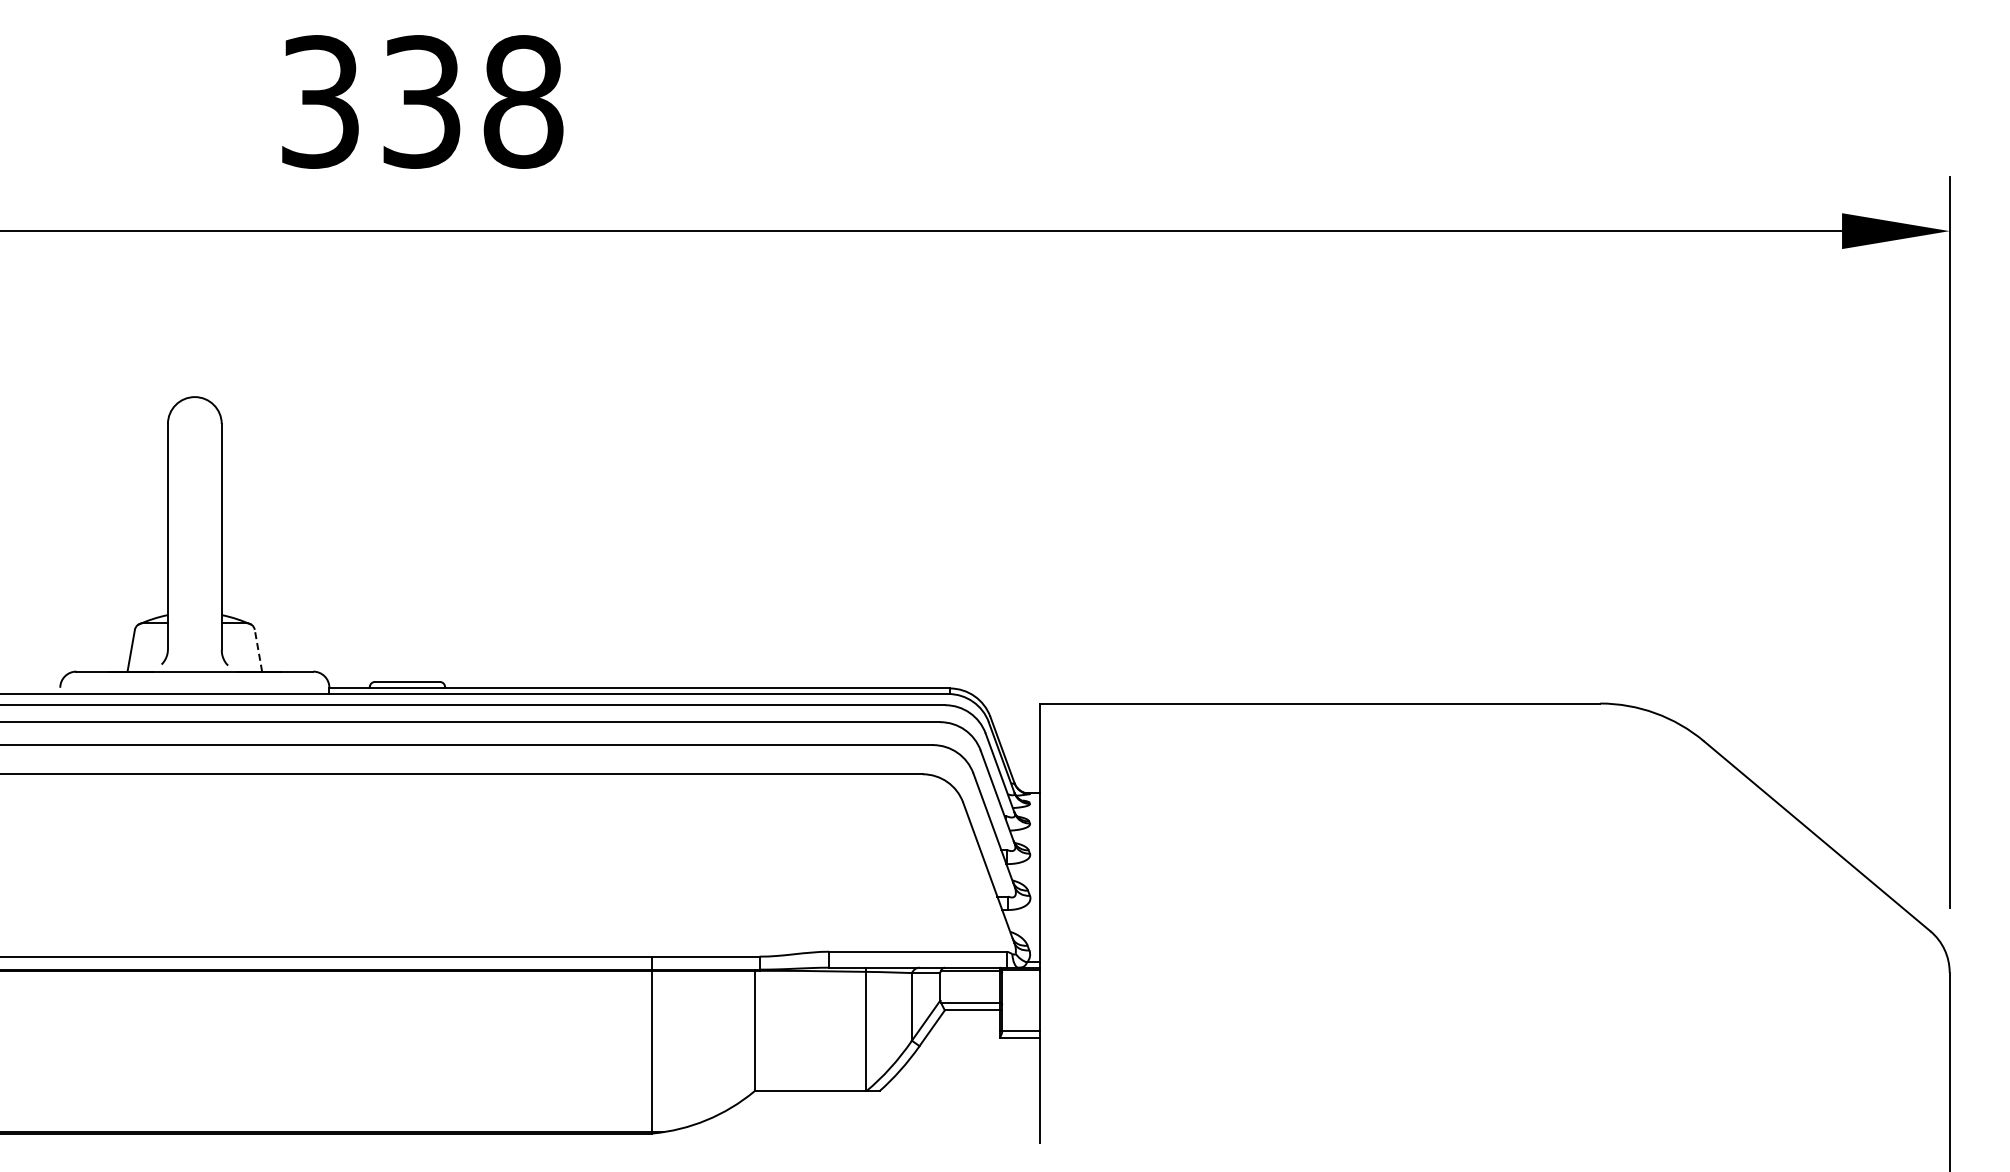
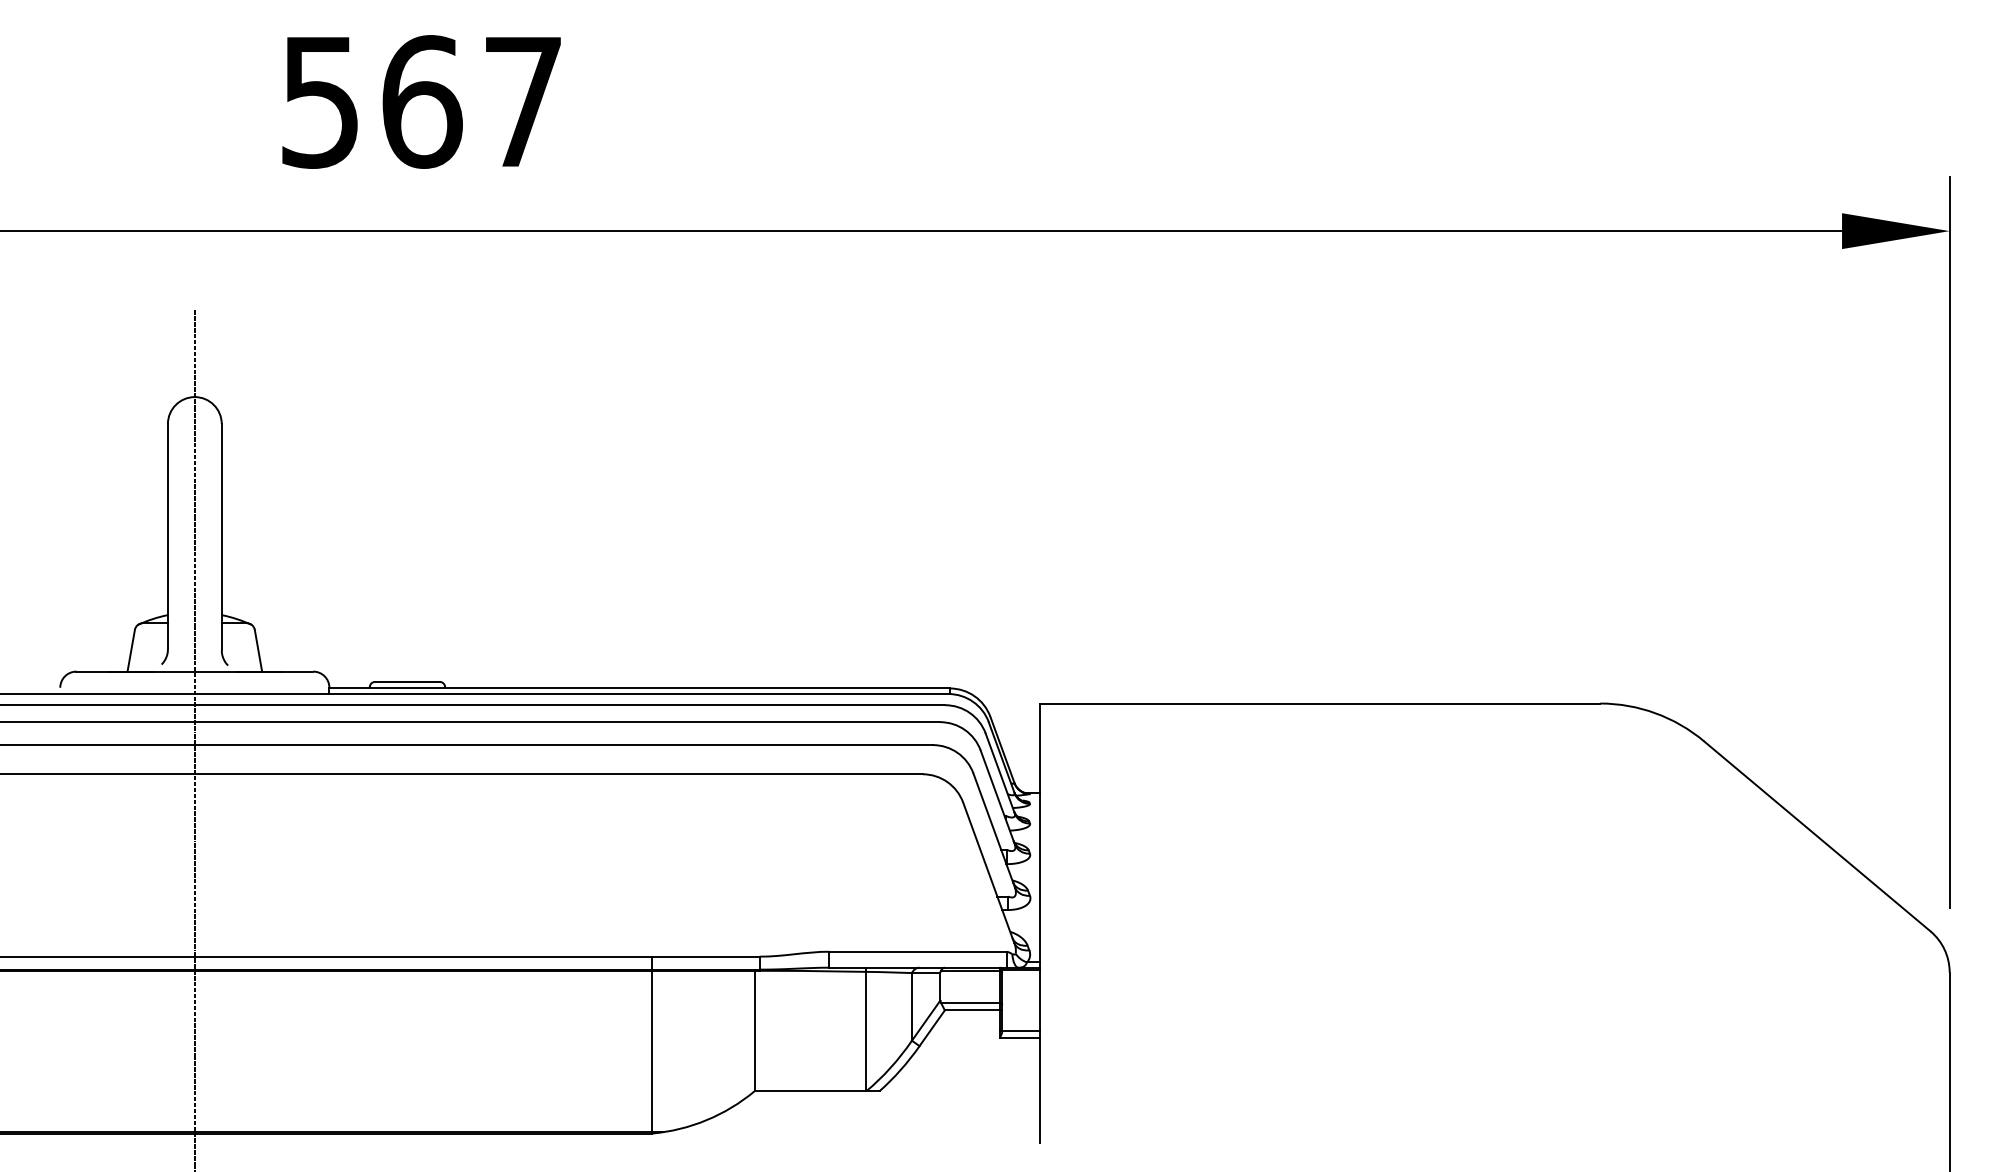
text at (422, 101): 338 -> 567
line at (258, 650): dashed -> solid
line at (194, 739): none -> present
